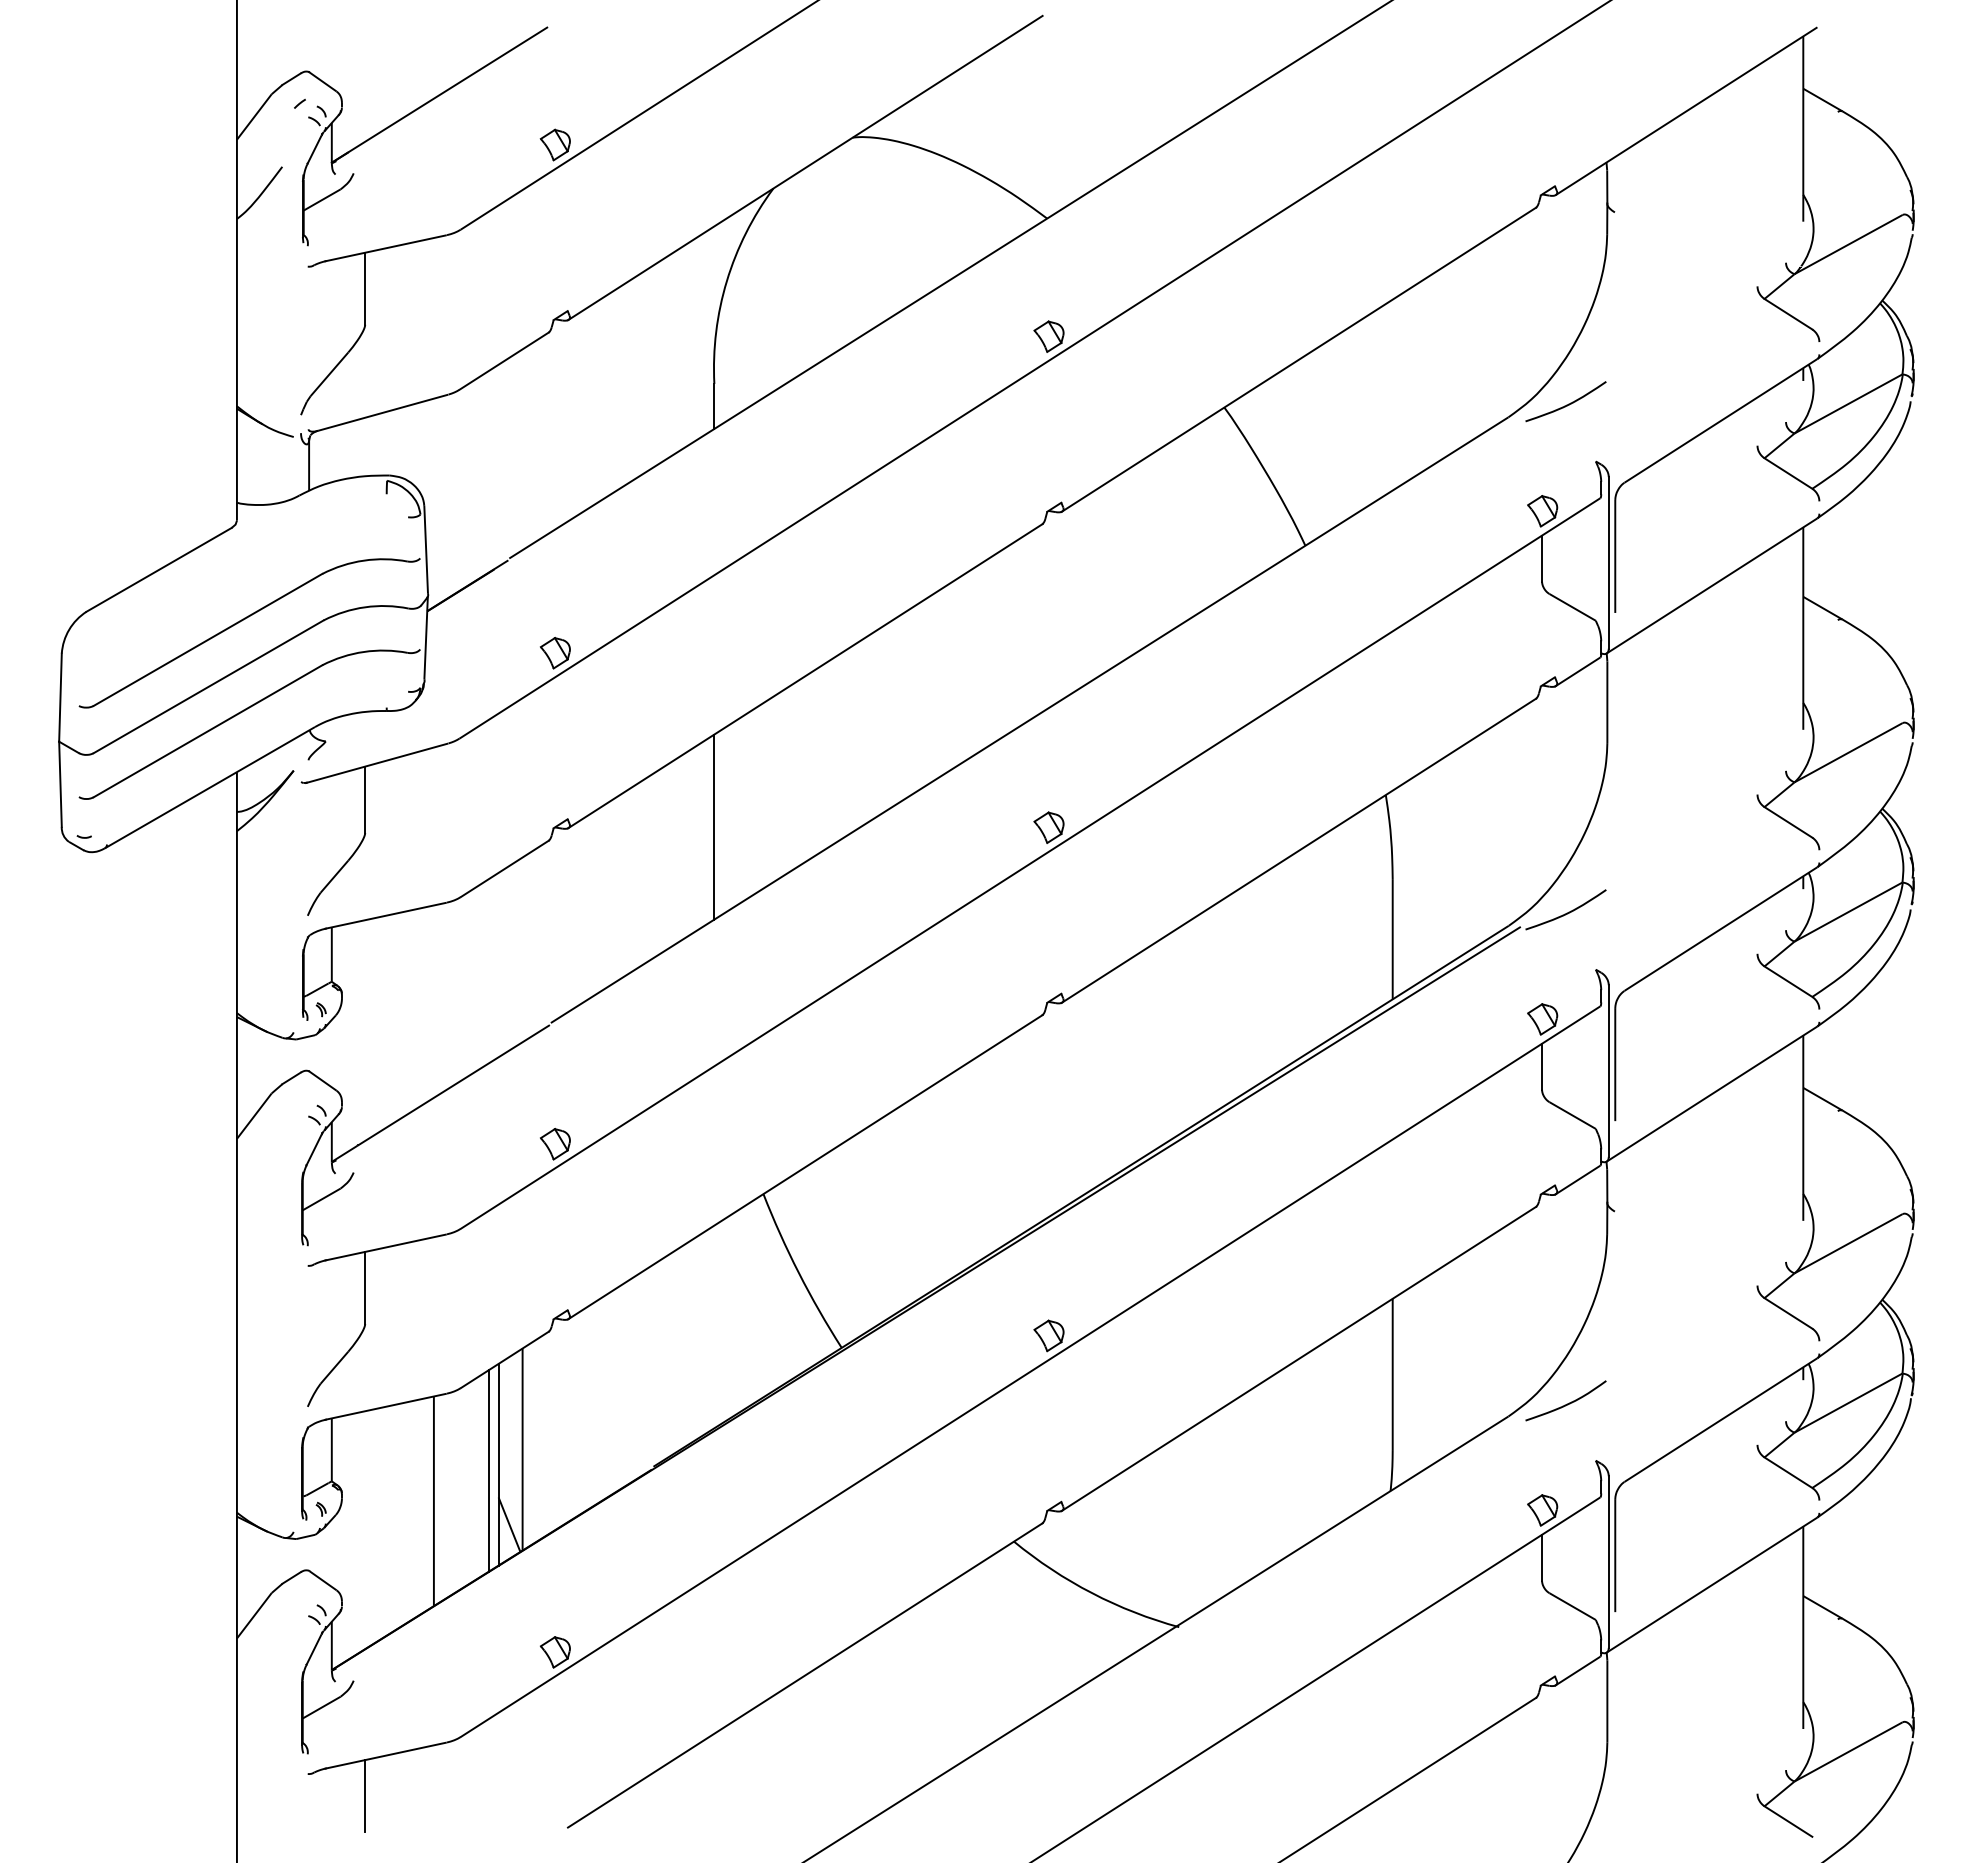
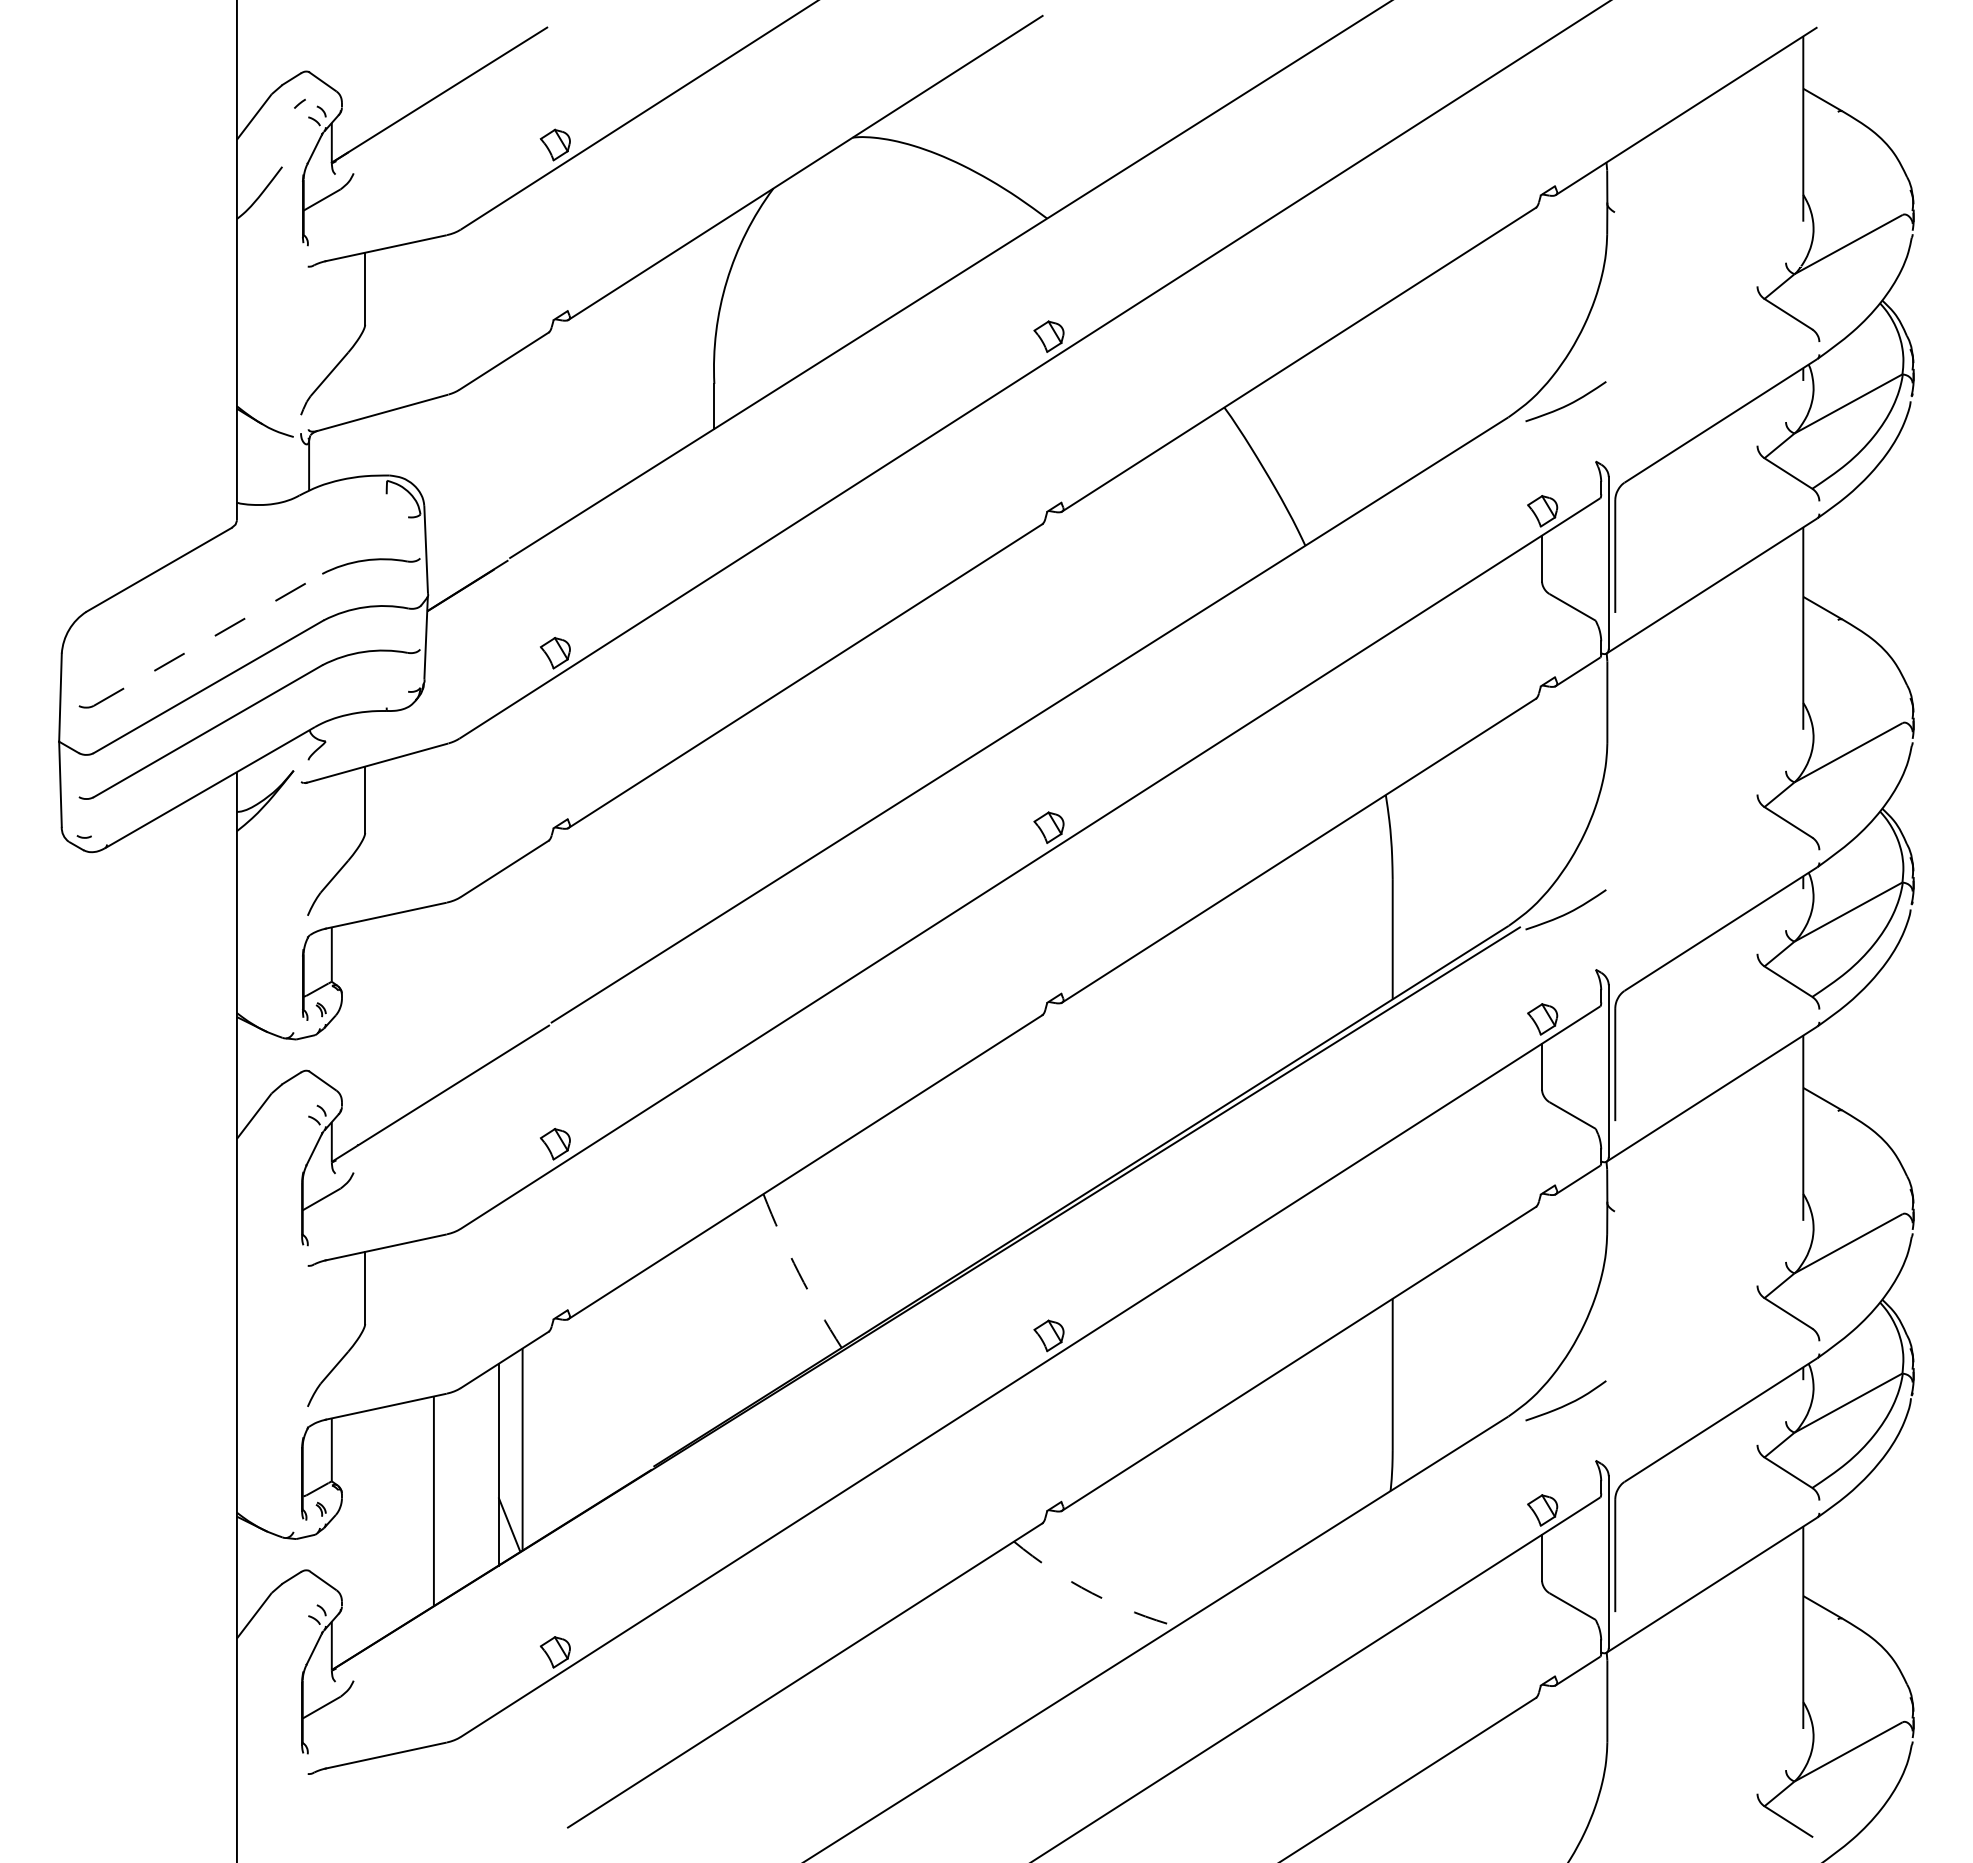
line at (208, 639): solid -> dashed
line at (714, 826): present -> none
arc at (798, 1272): solid -> dashed
line at (489, 1470): present -> none
arc at (1092, 1593): solid -> dashed
line at (365, 1796): present -> none
